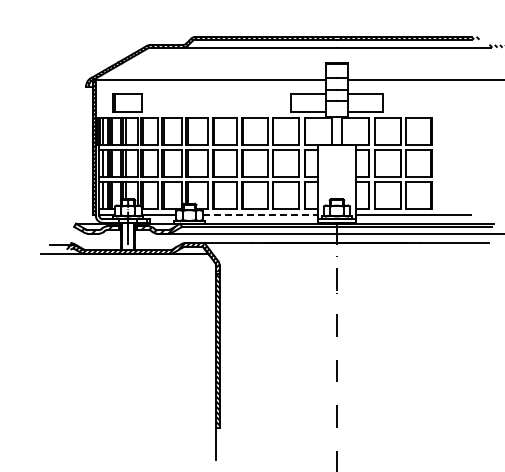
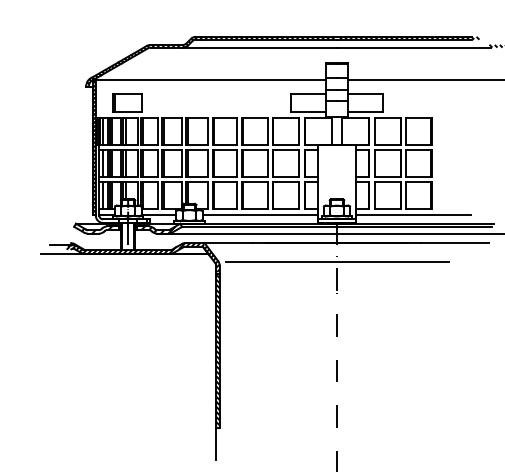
line at (260, 214): dashed -> solid
line at (337, 262): none -> present
